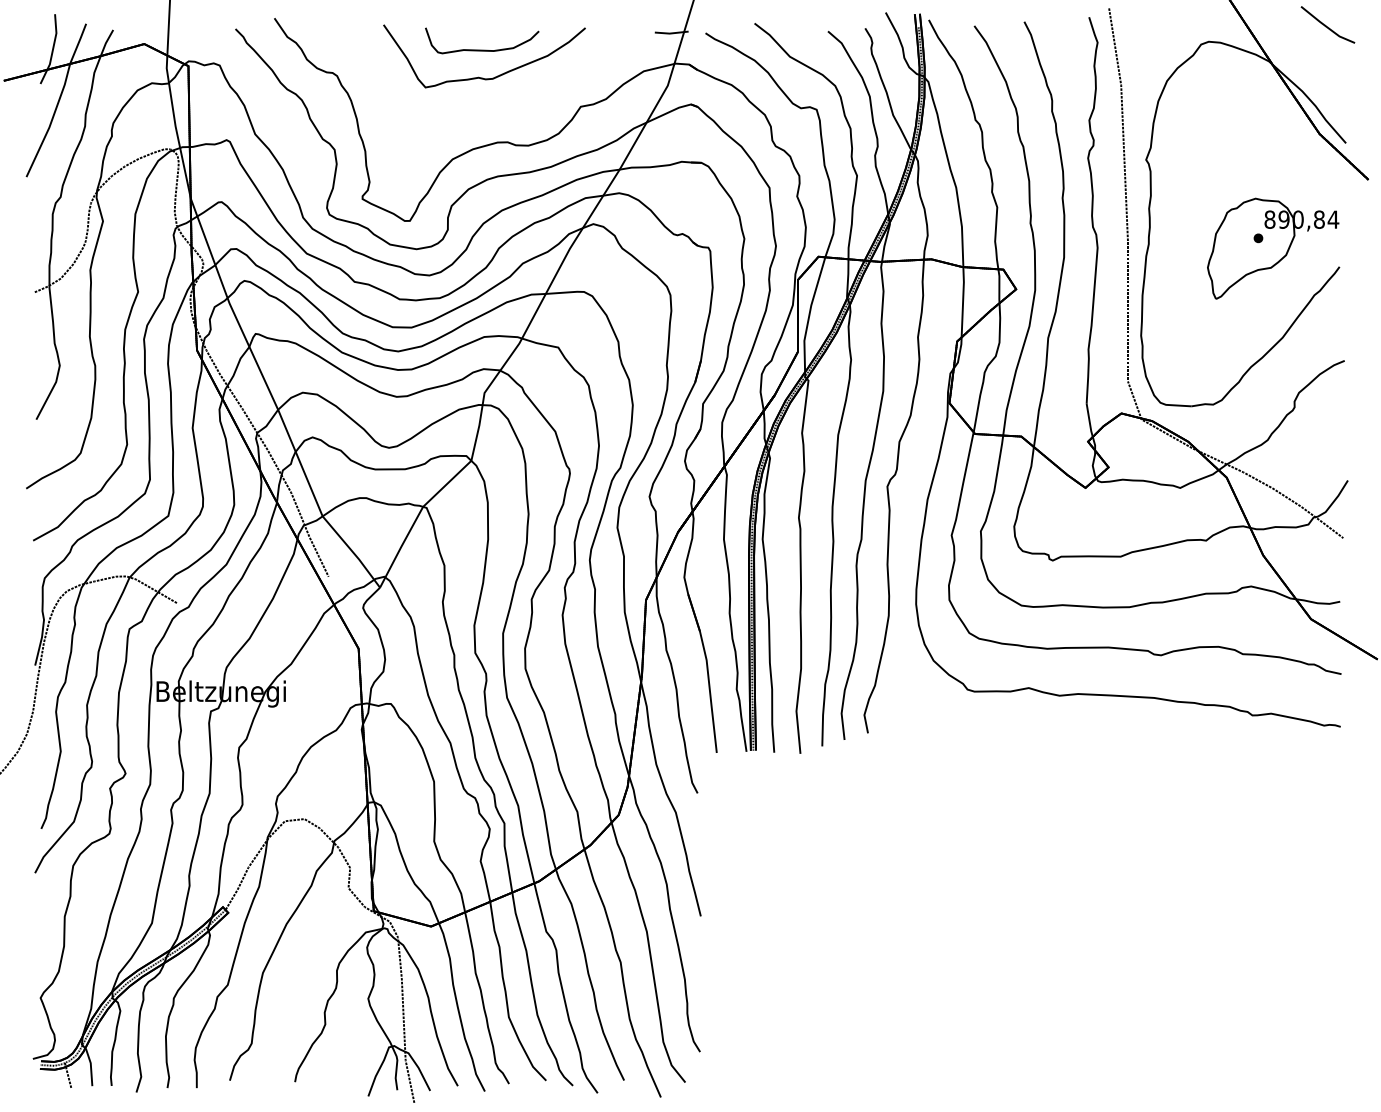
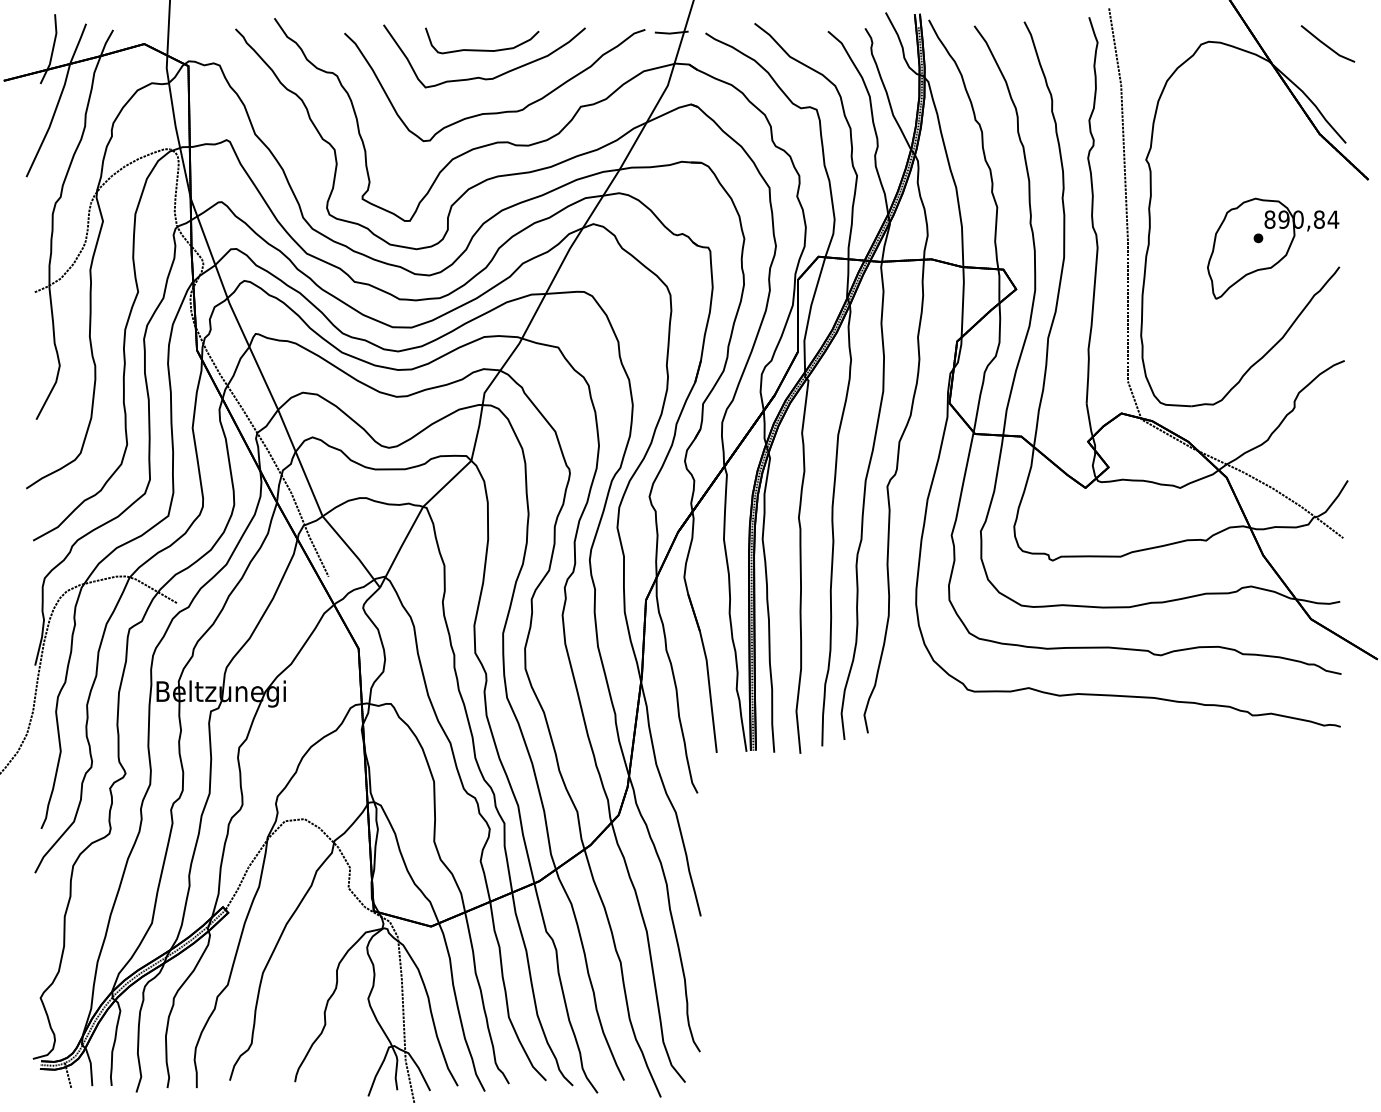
line at (1326, 25) position: (1326, 25) -> (1326, 44)
curve at (500, 111): none -> present
